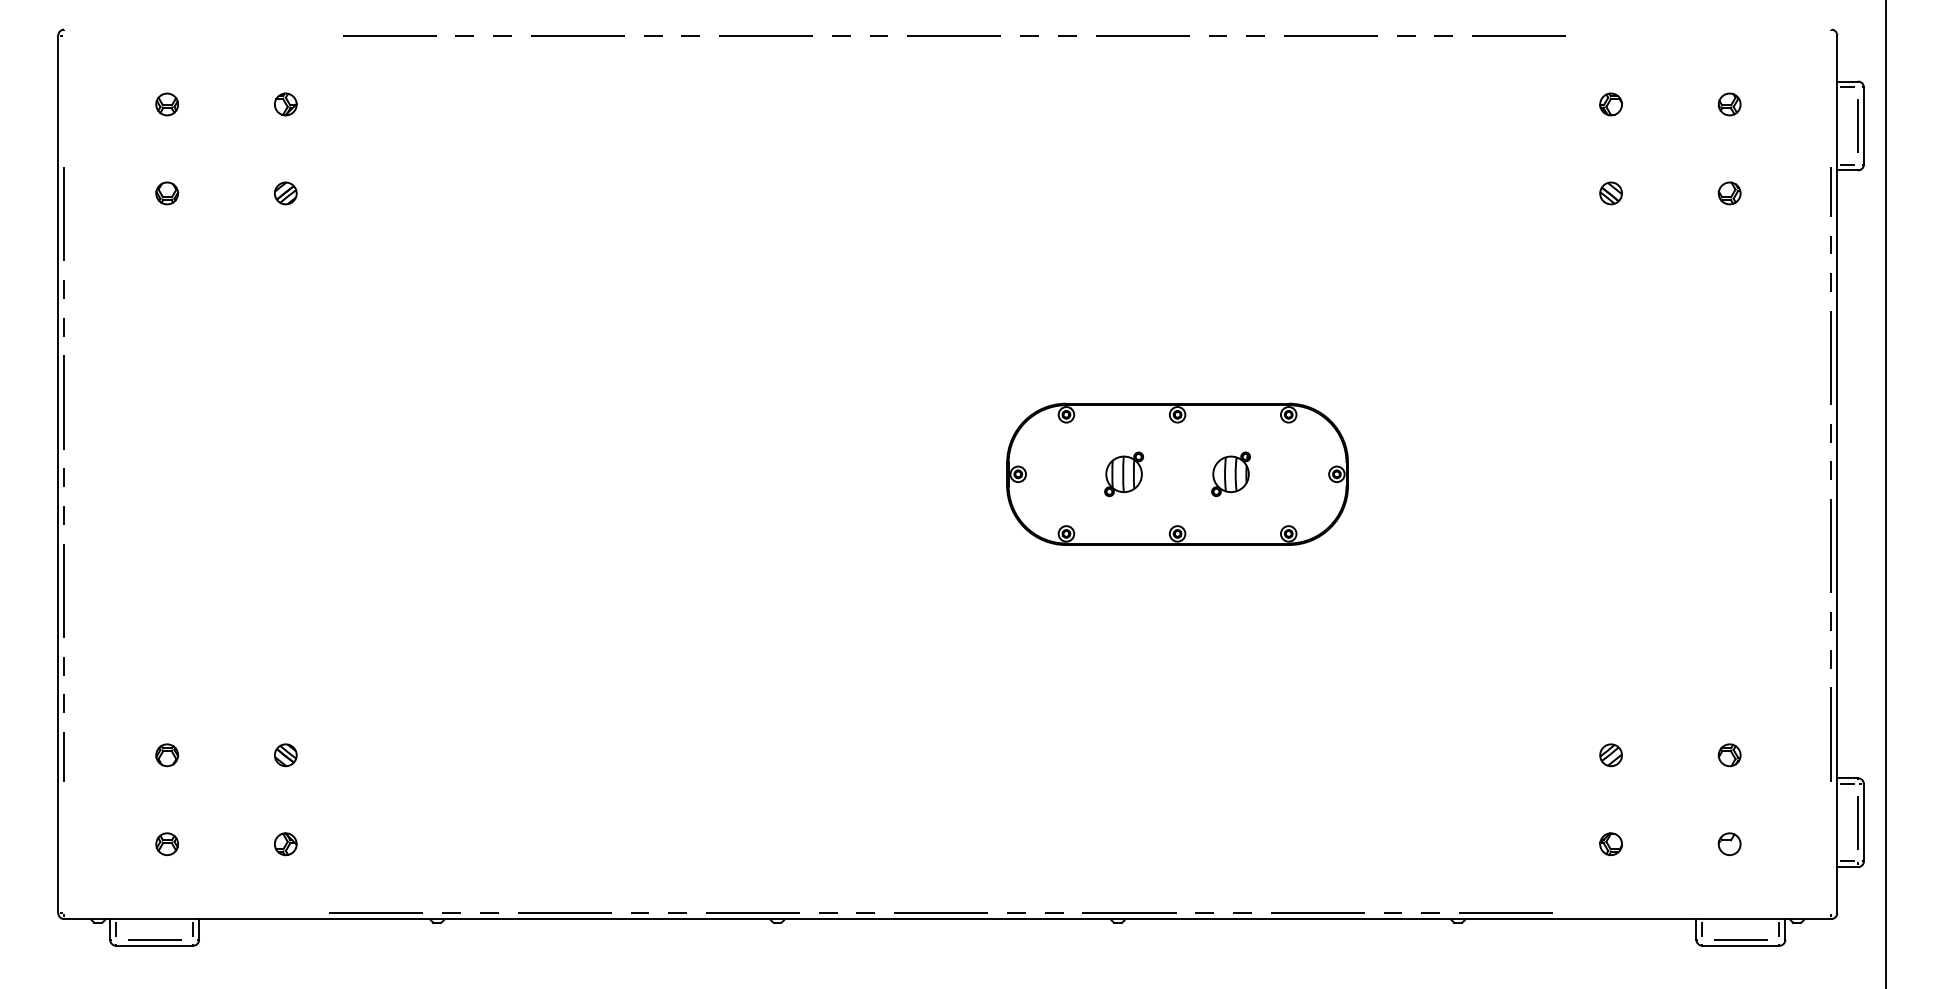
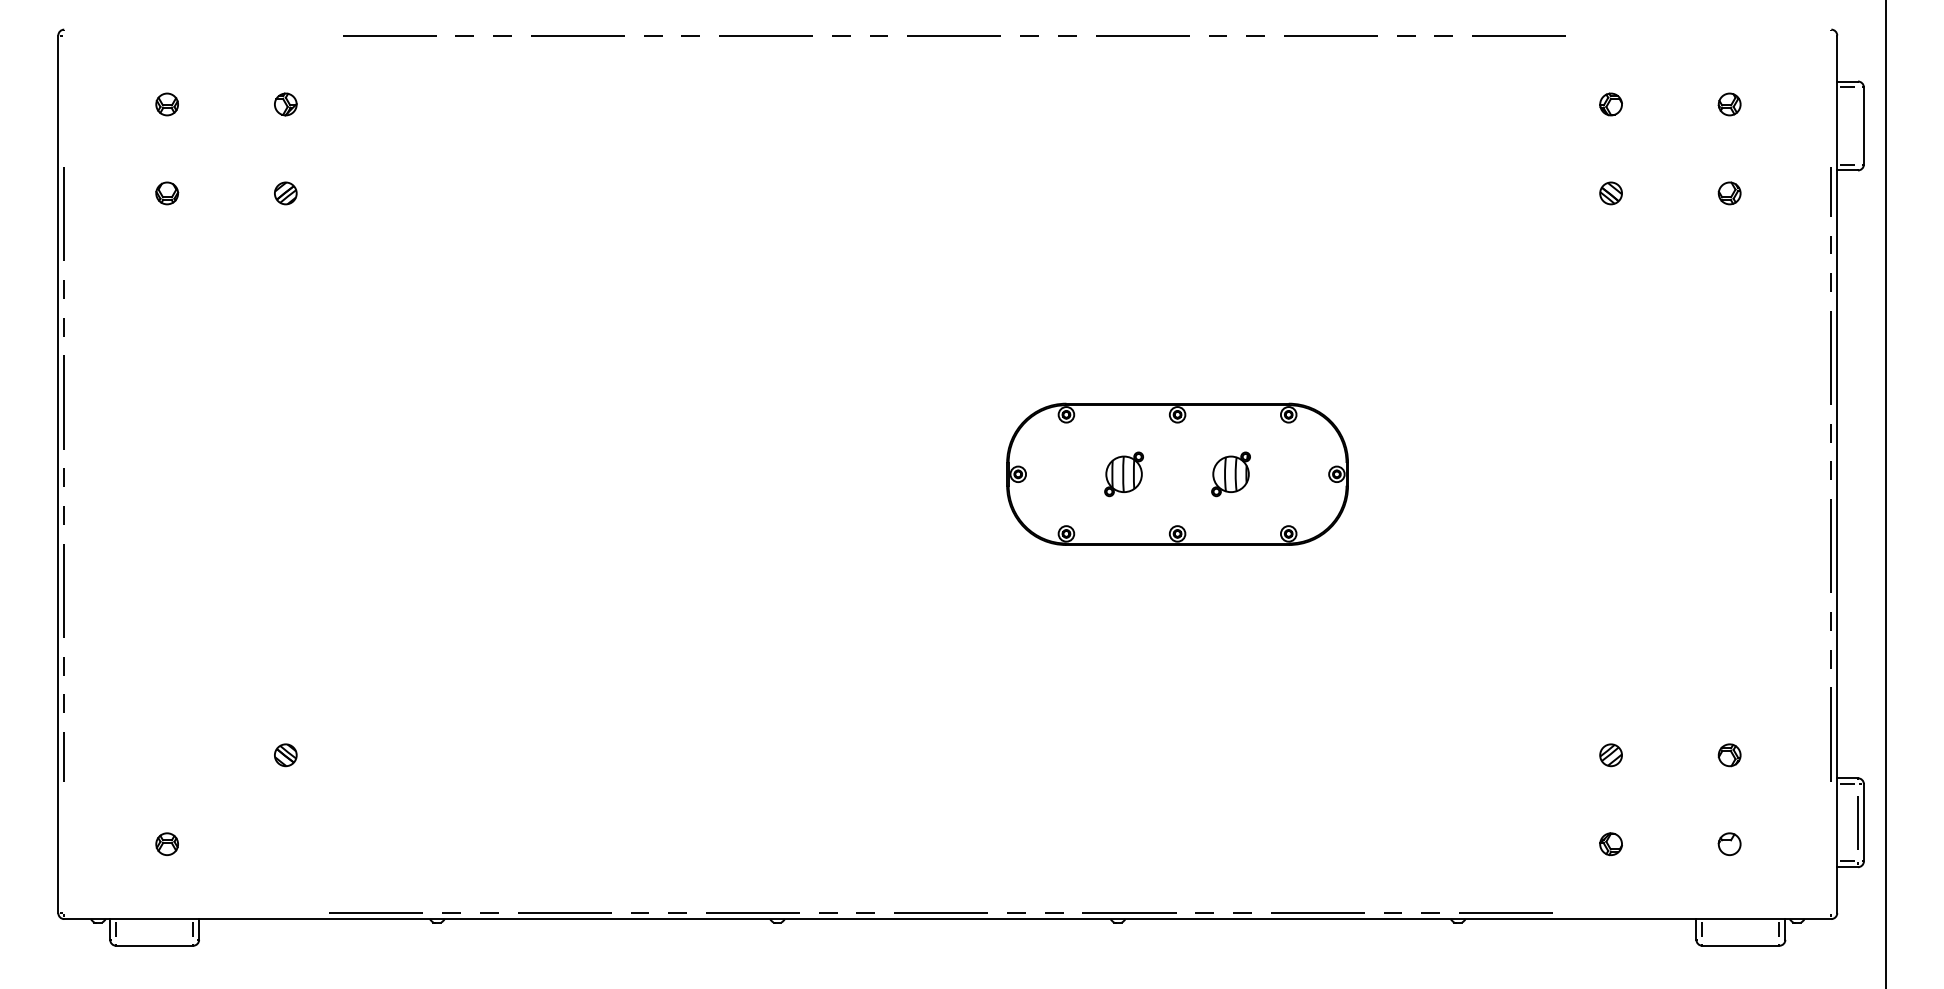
line at (1858, 125): present -> none
part at (167, 755): present -> none
part at (285, 844): present -> none
line at (154, 939): present -> none
line at (1740, 939): present -> none
